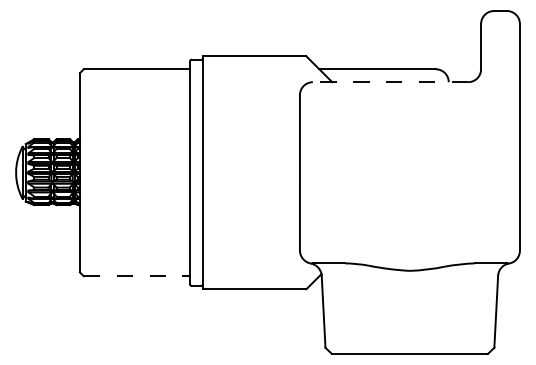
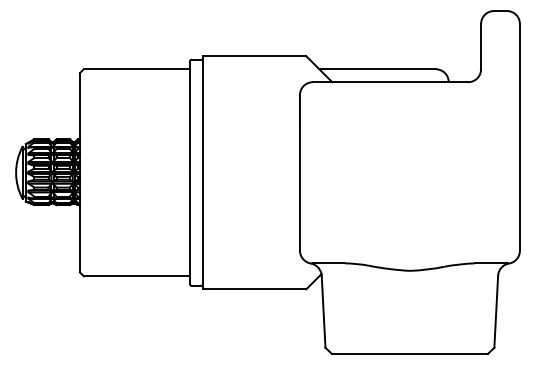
line at (390, 82): dashed -> solid
line at (137, 276): dashed -> solid
